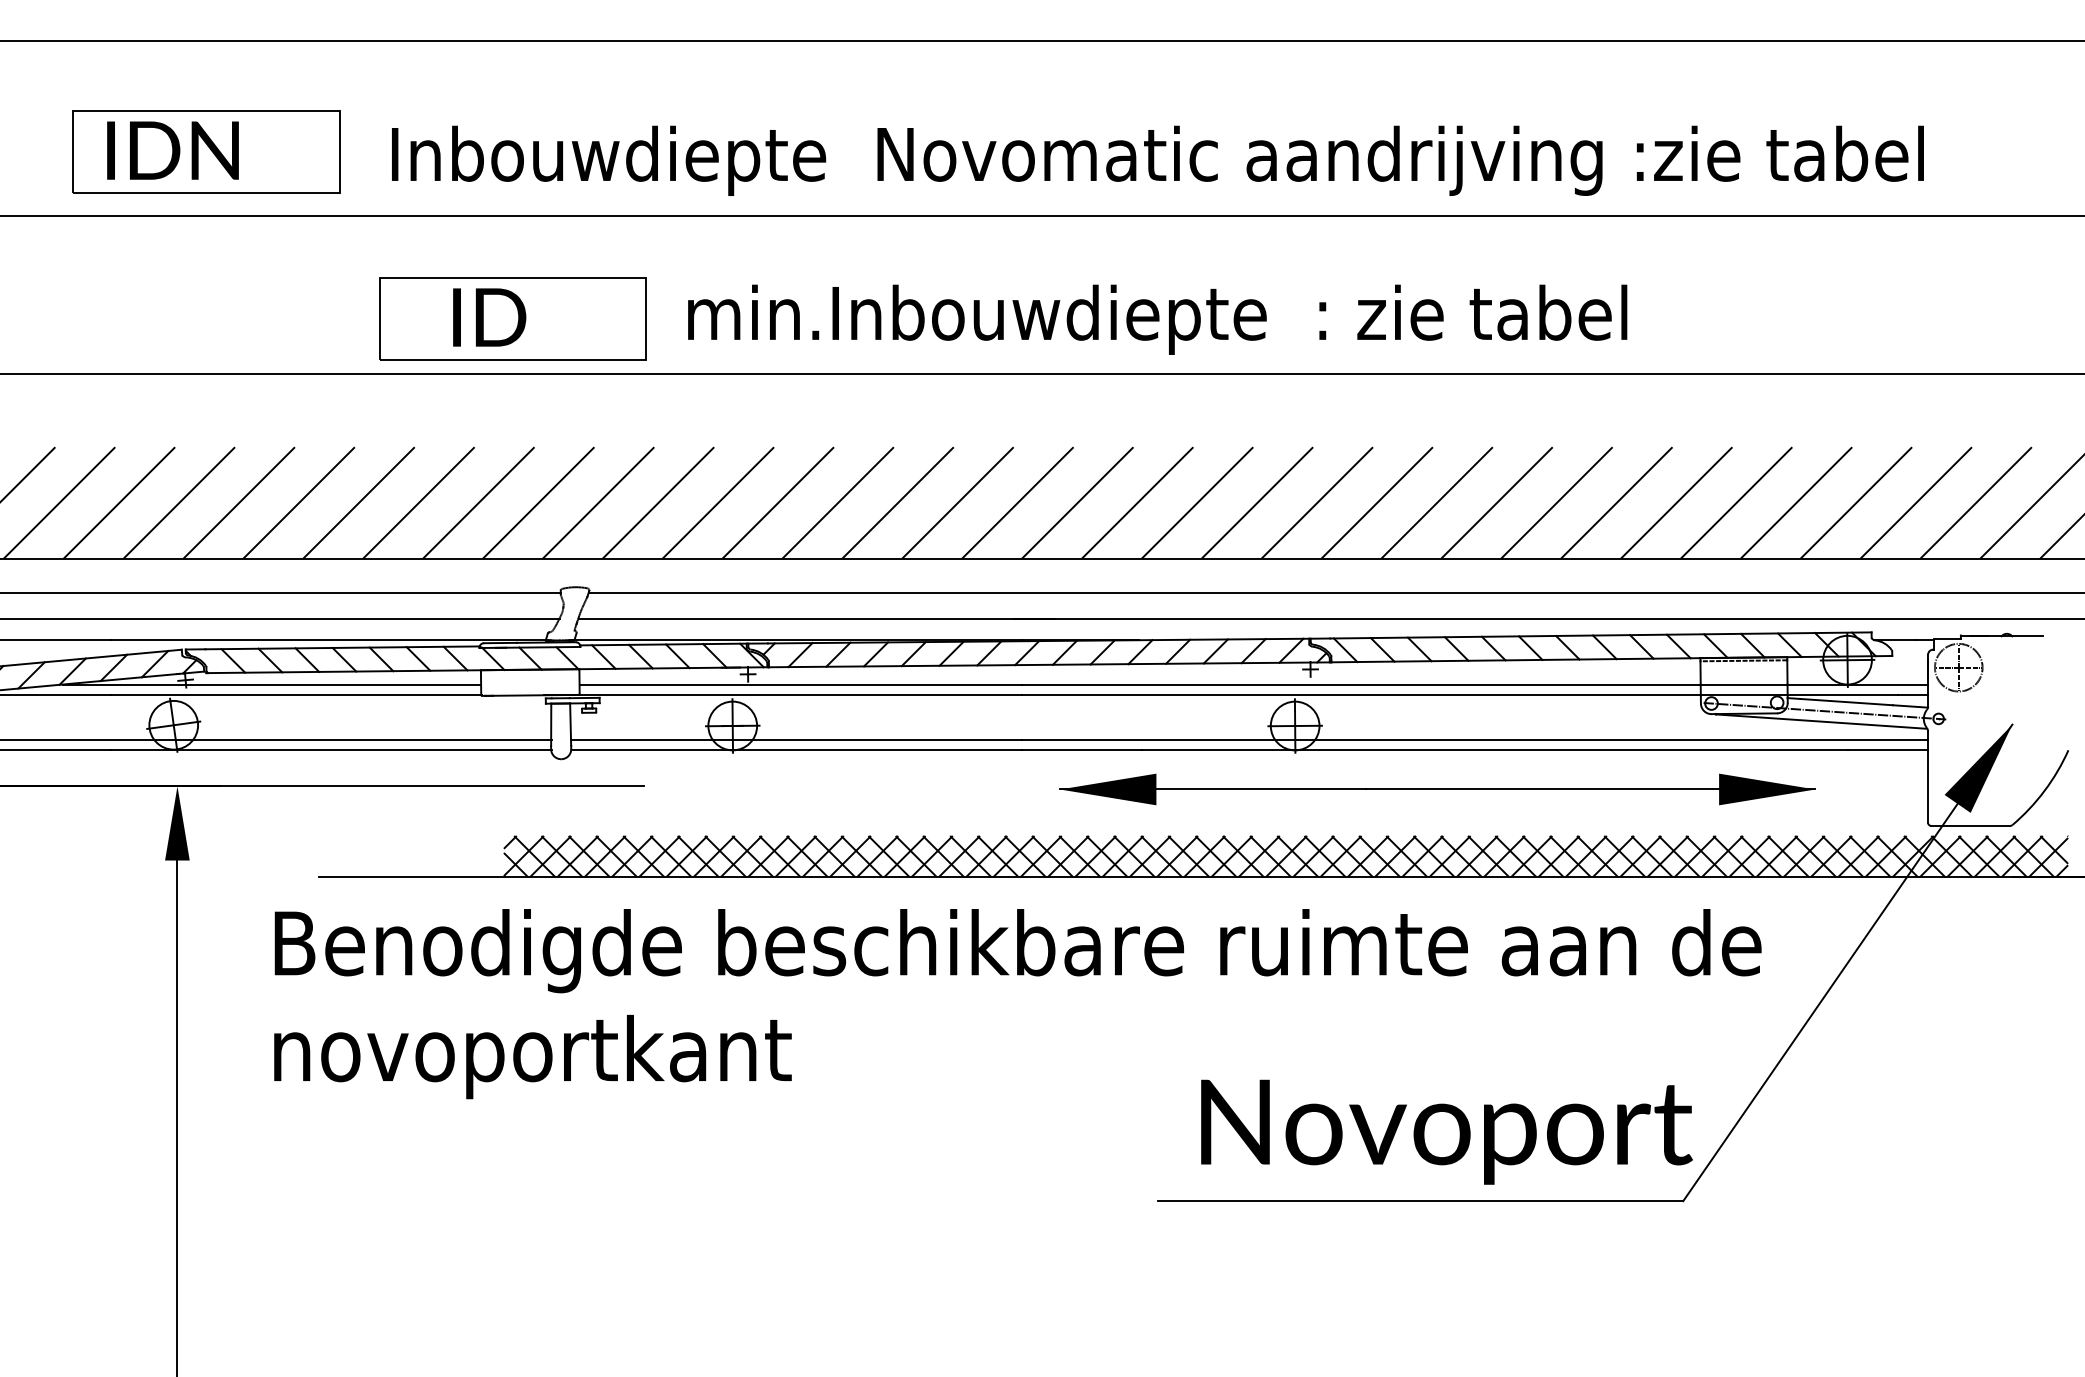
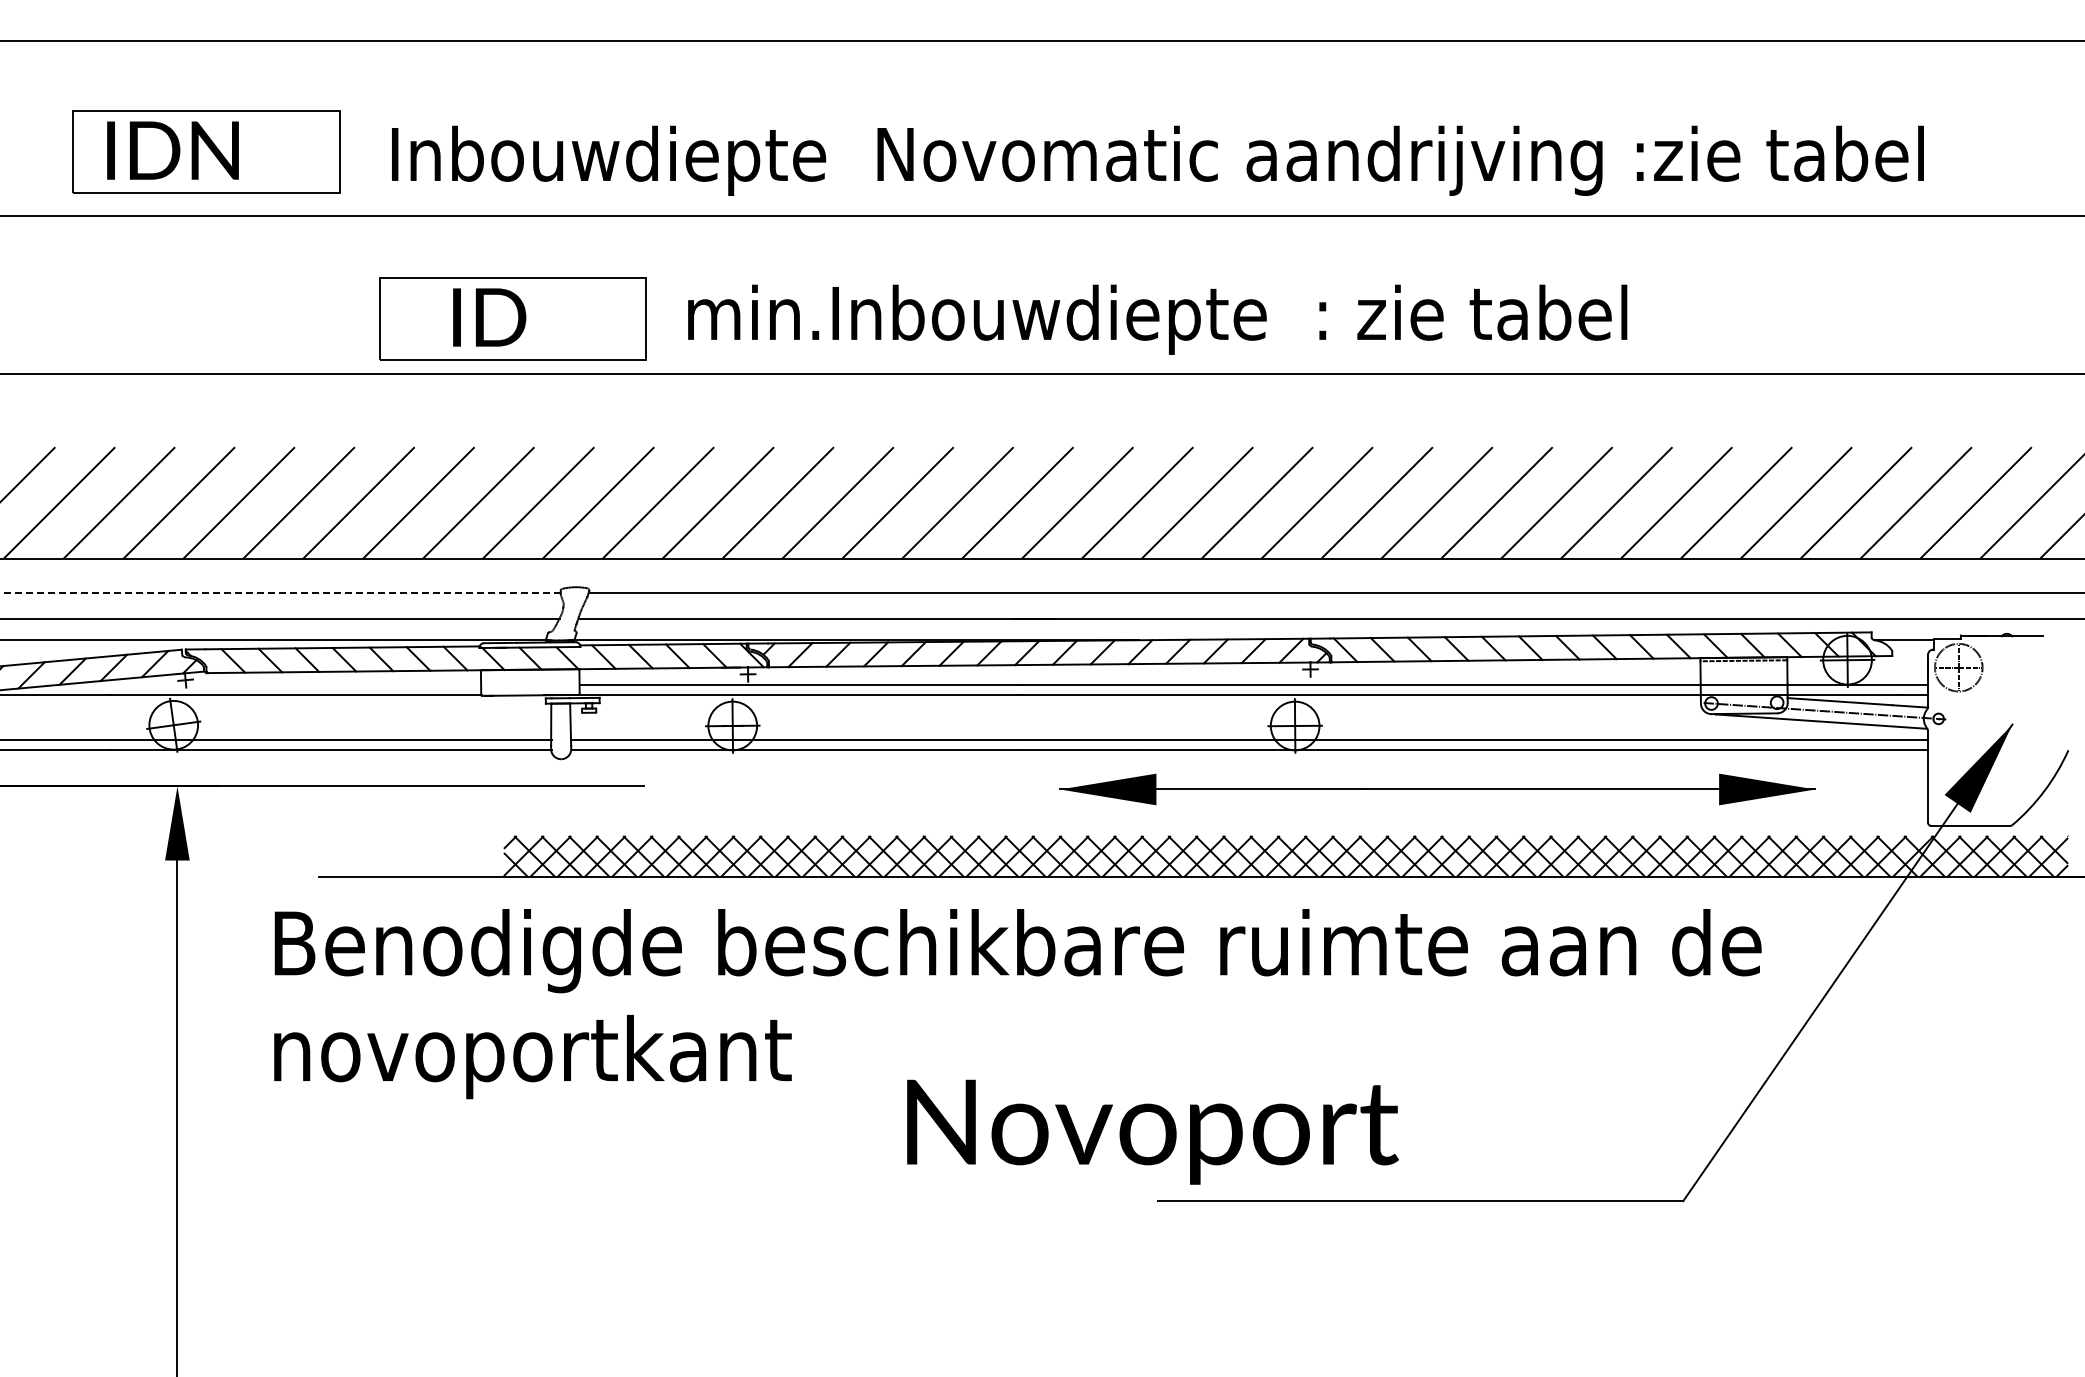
line at (280, 592): solid -> dashed
line at (271, 684): present -> none
text at (1446, 1131) position: (1446, 1131) -> (1152, 1131)
